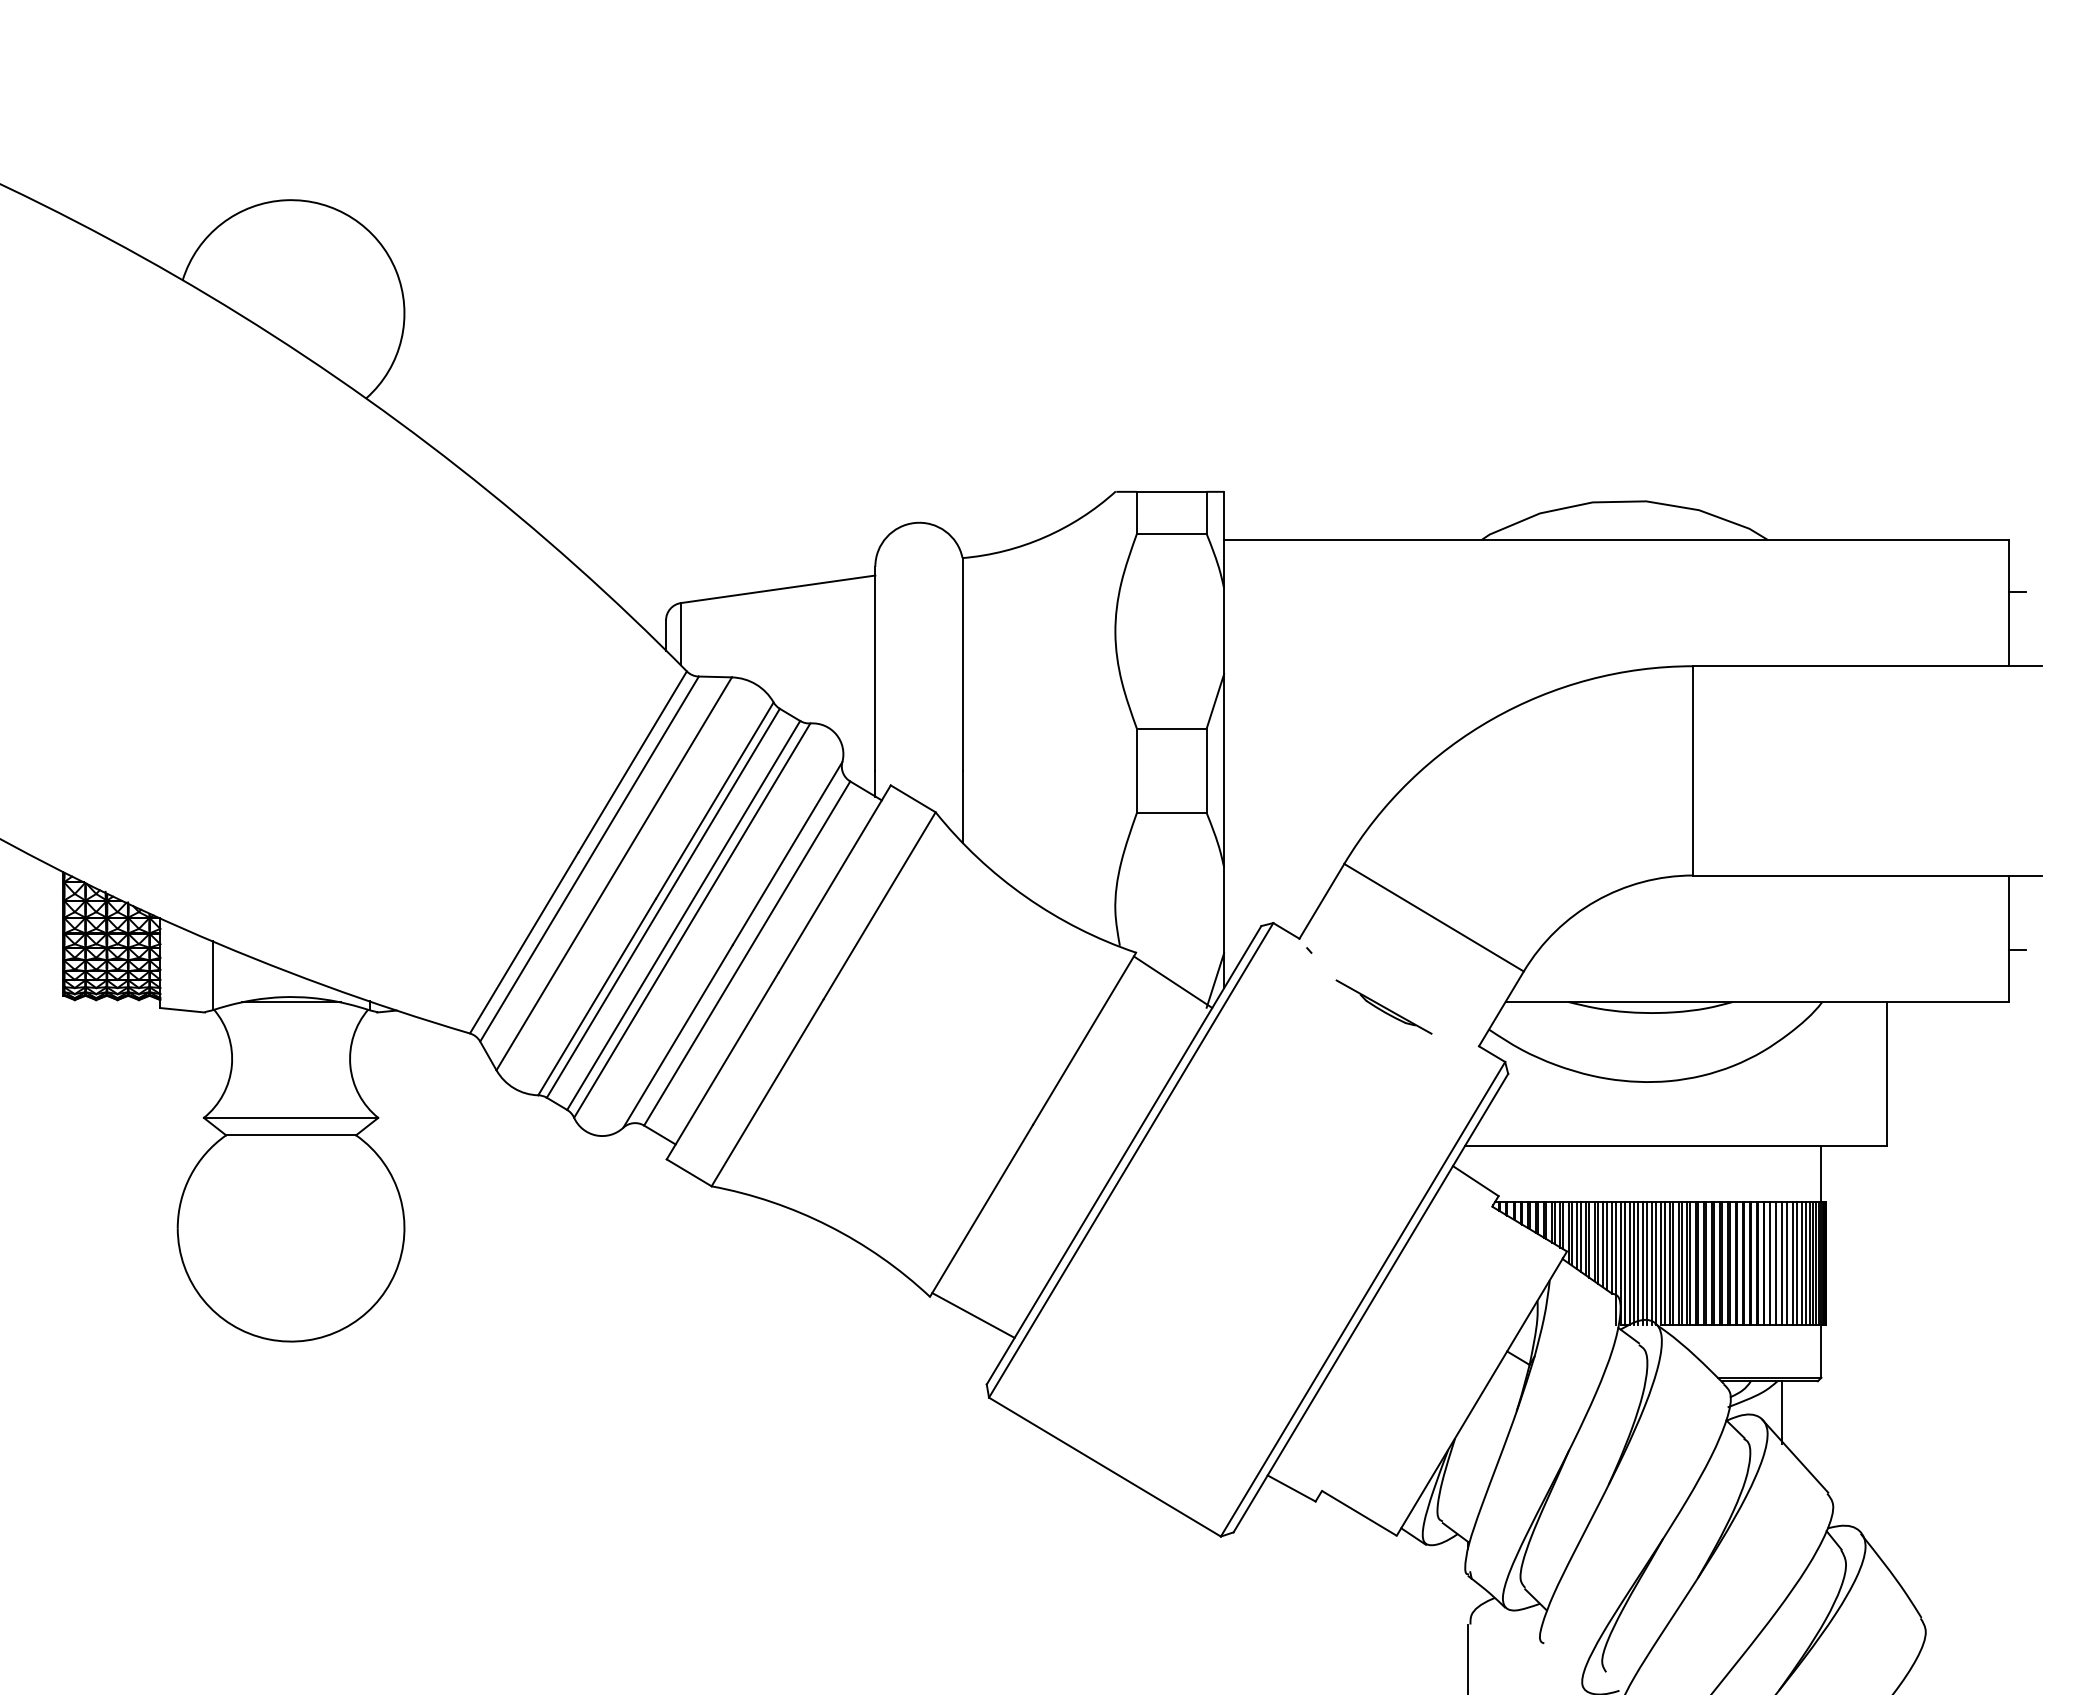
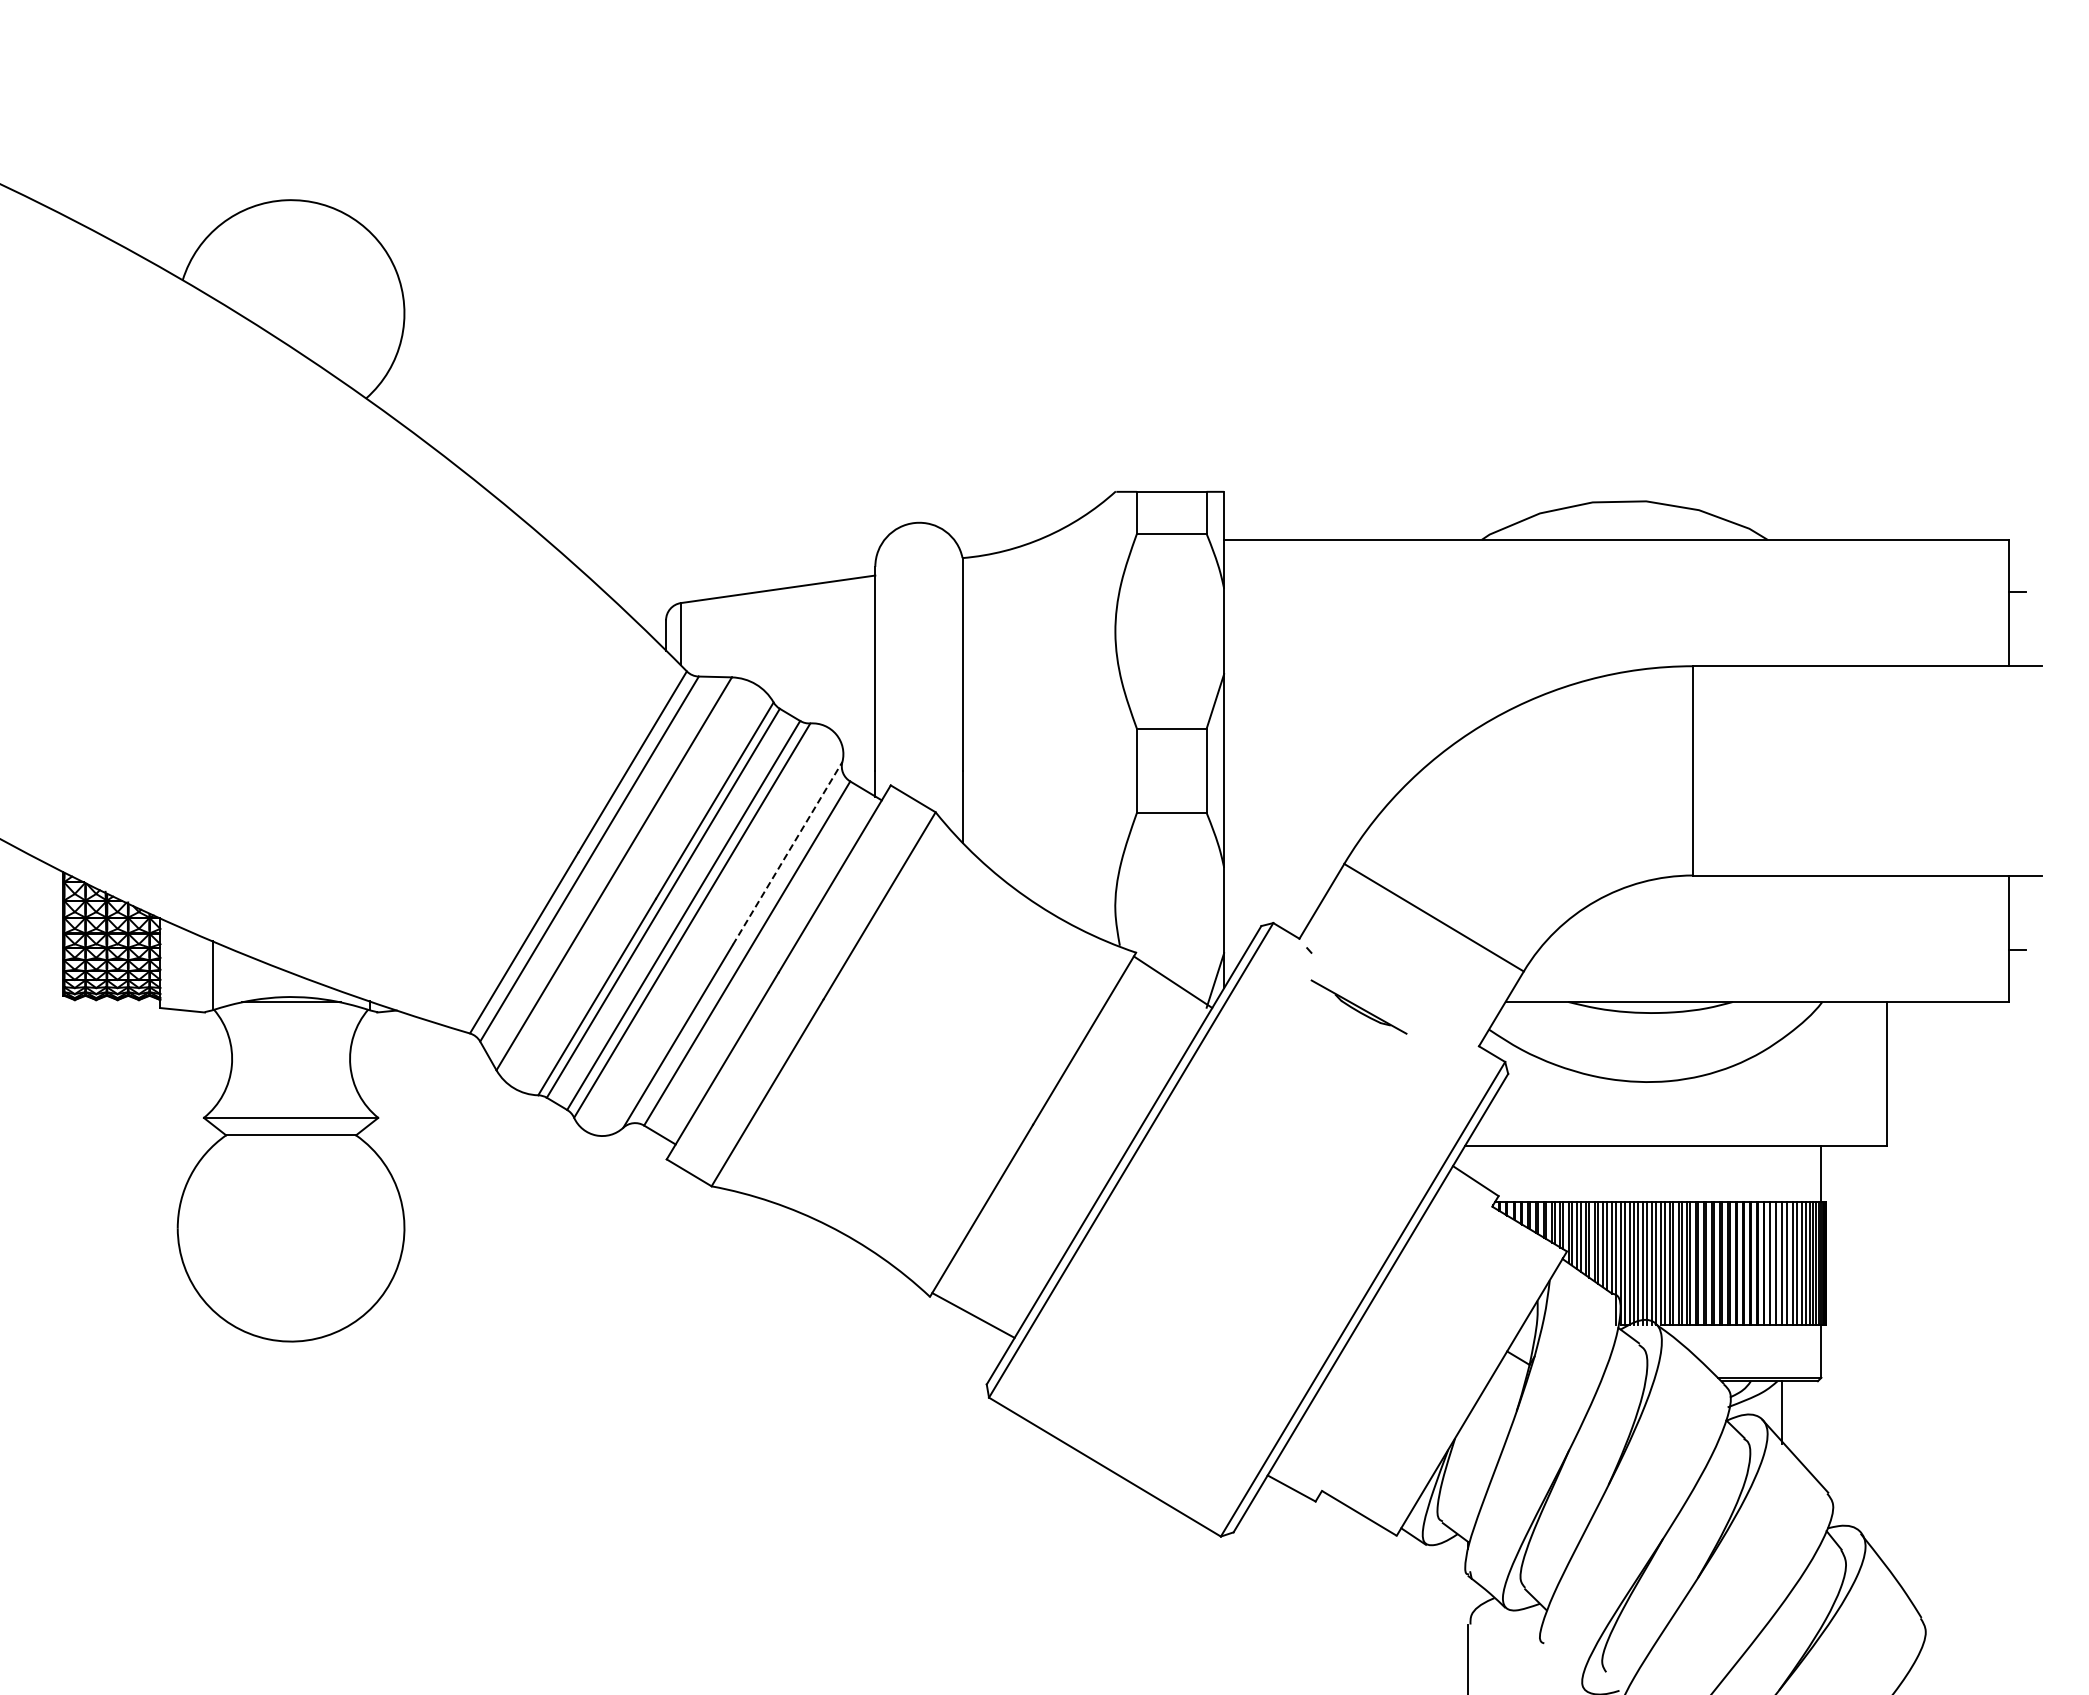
line at (787, 853): solid -> dashed
part at (1383, 1006) position: (1383, 1006) -> (1358, 1006)
